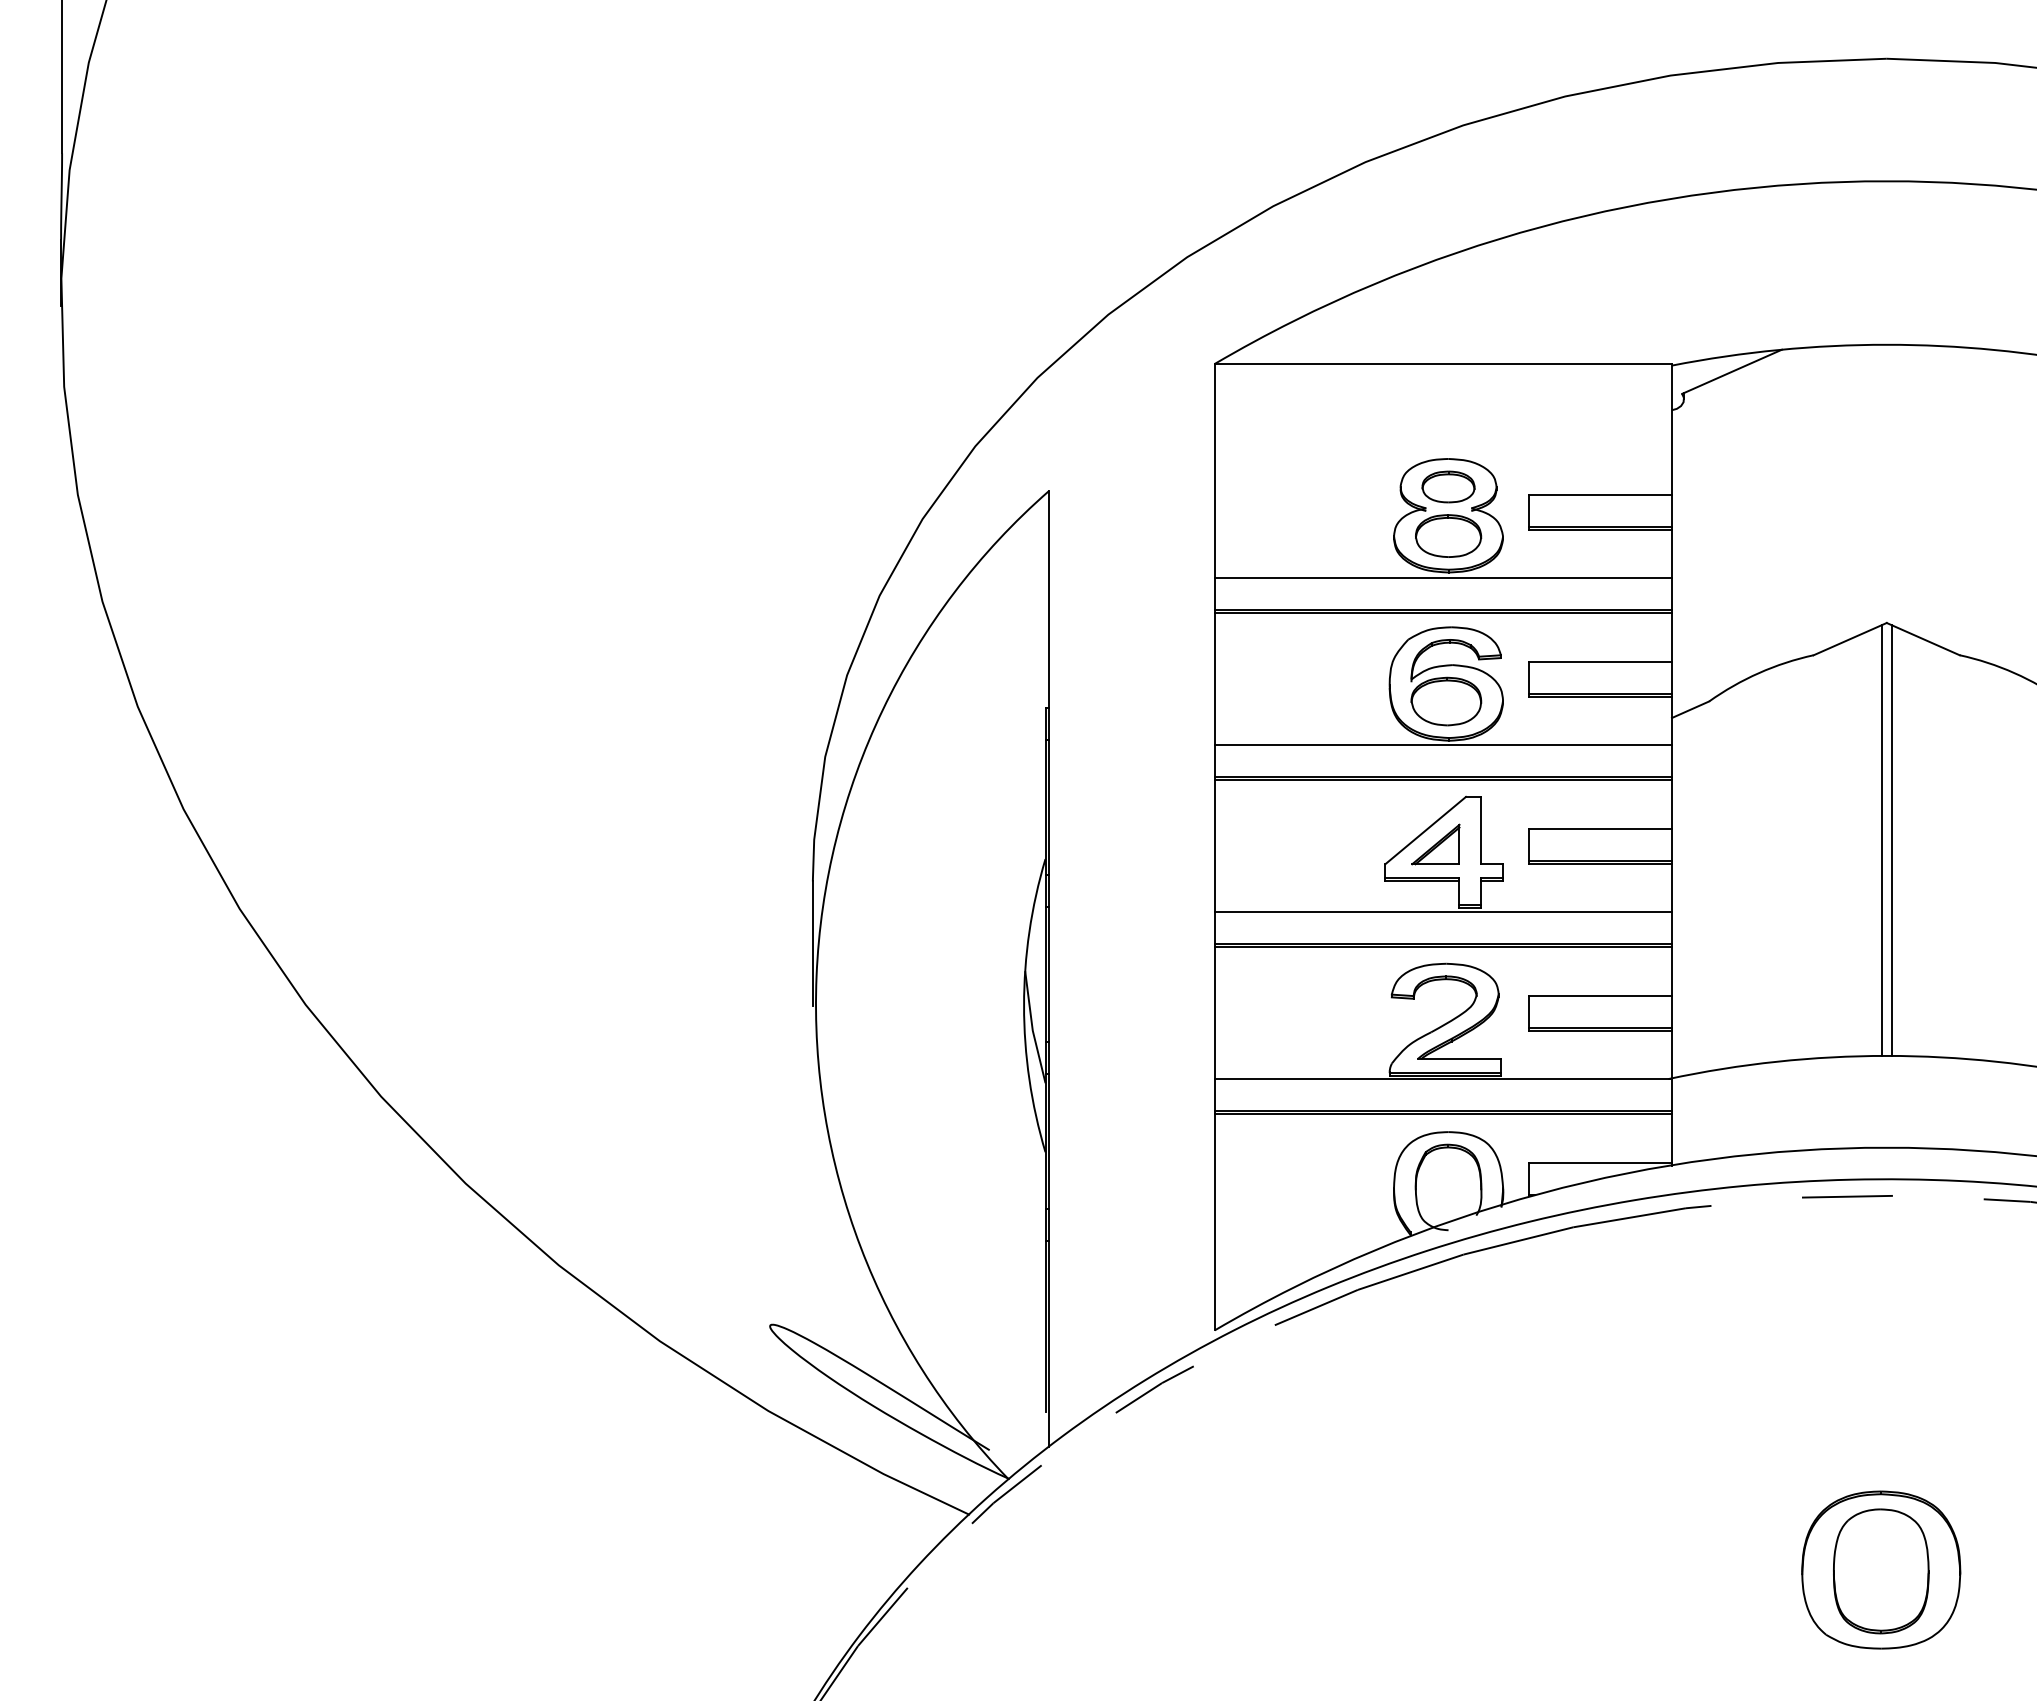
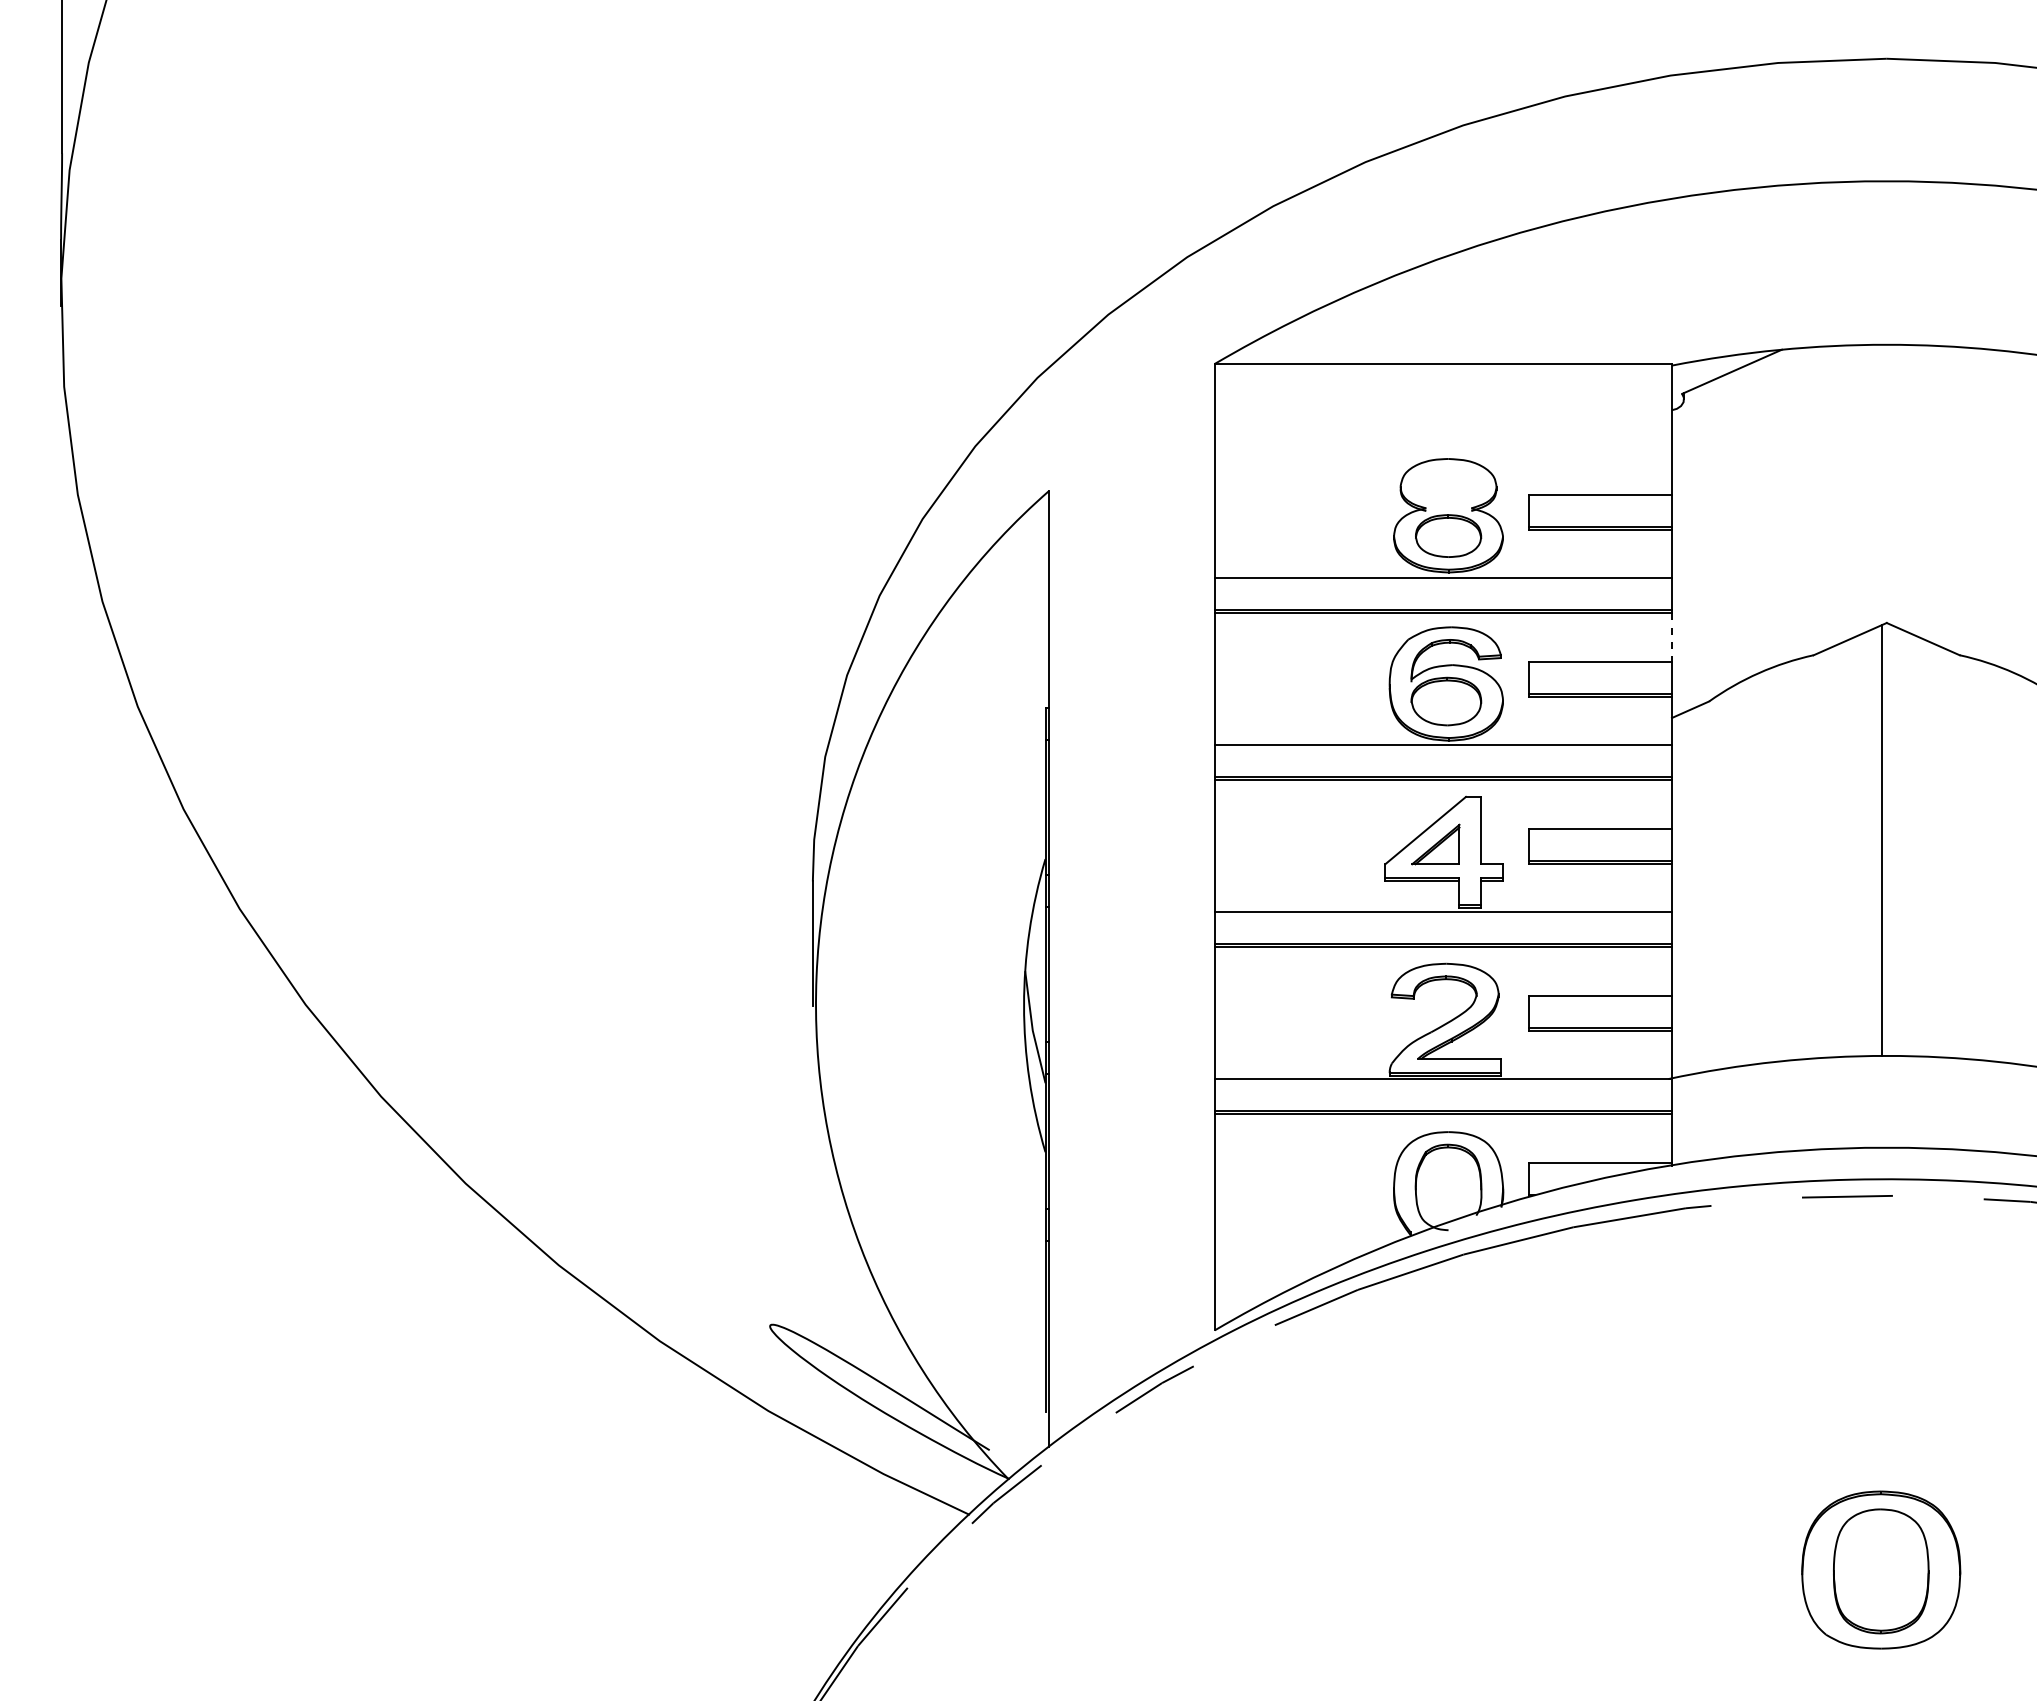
part at (1448, 486): present -> none
line at (1671, 637): solid -> dashed
line at (1891, 840): present -> none
